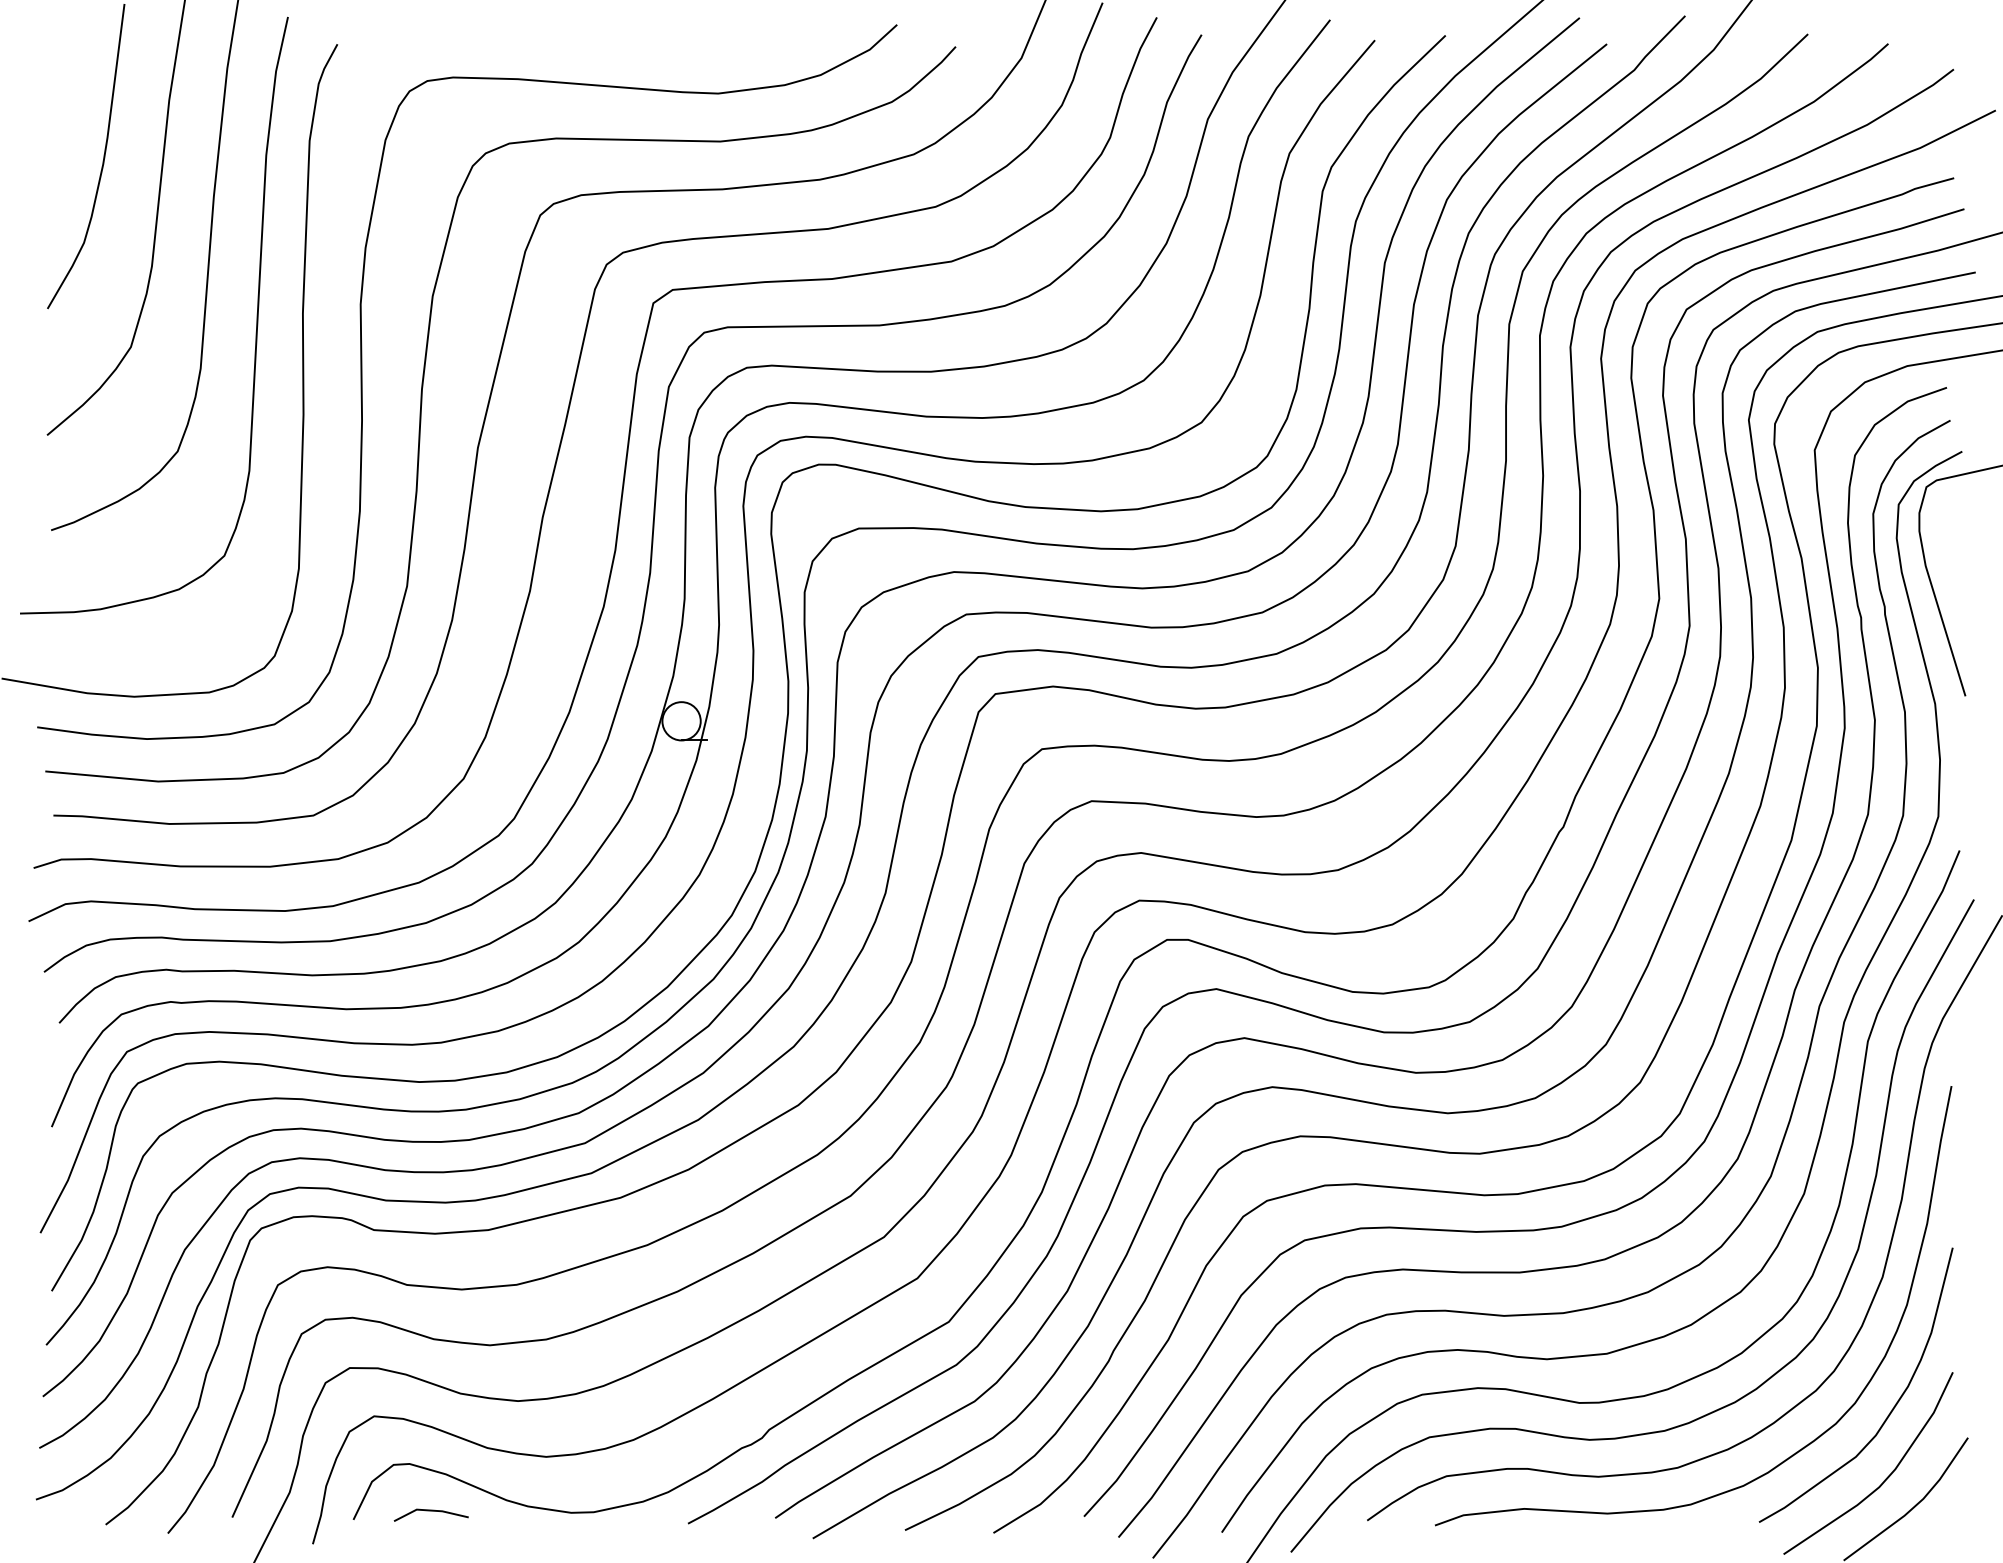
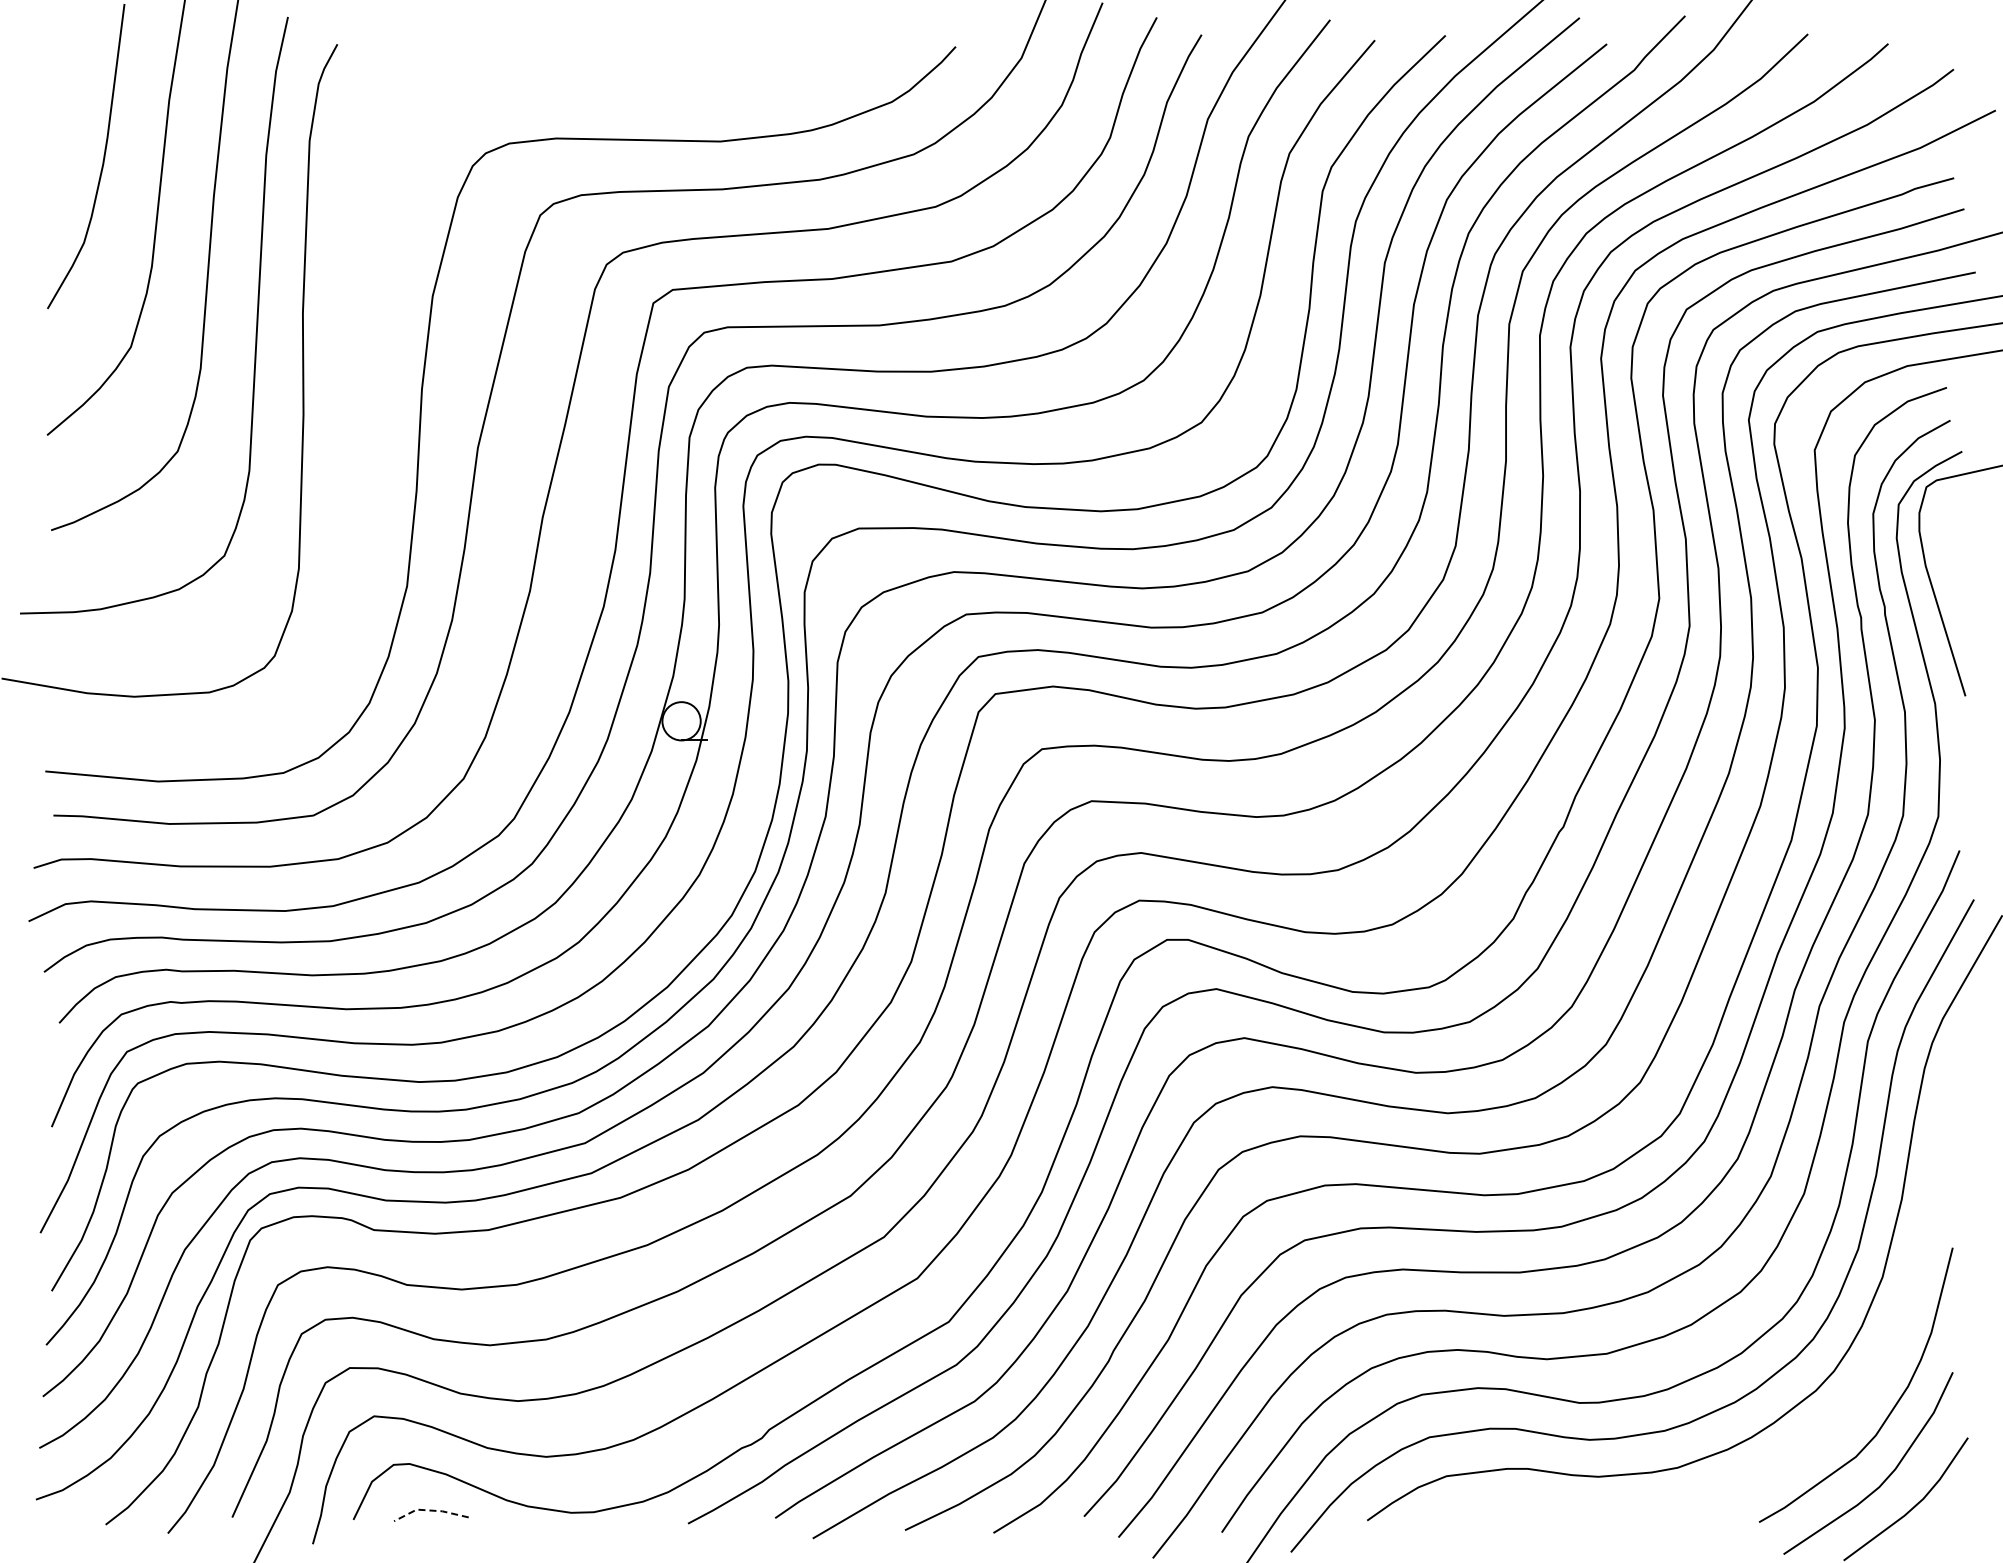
curve at (362, 381): present -> none
curve at (1793, 1453): present -> none
line at (430, 1510): solid -> dashed
